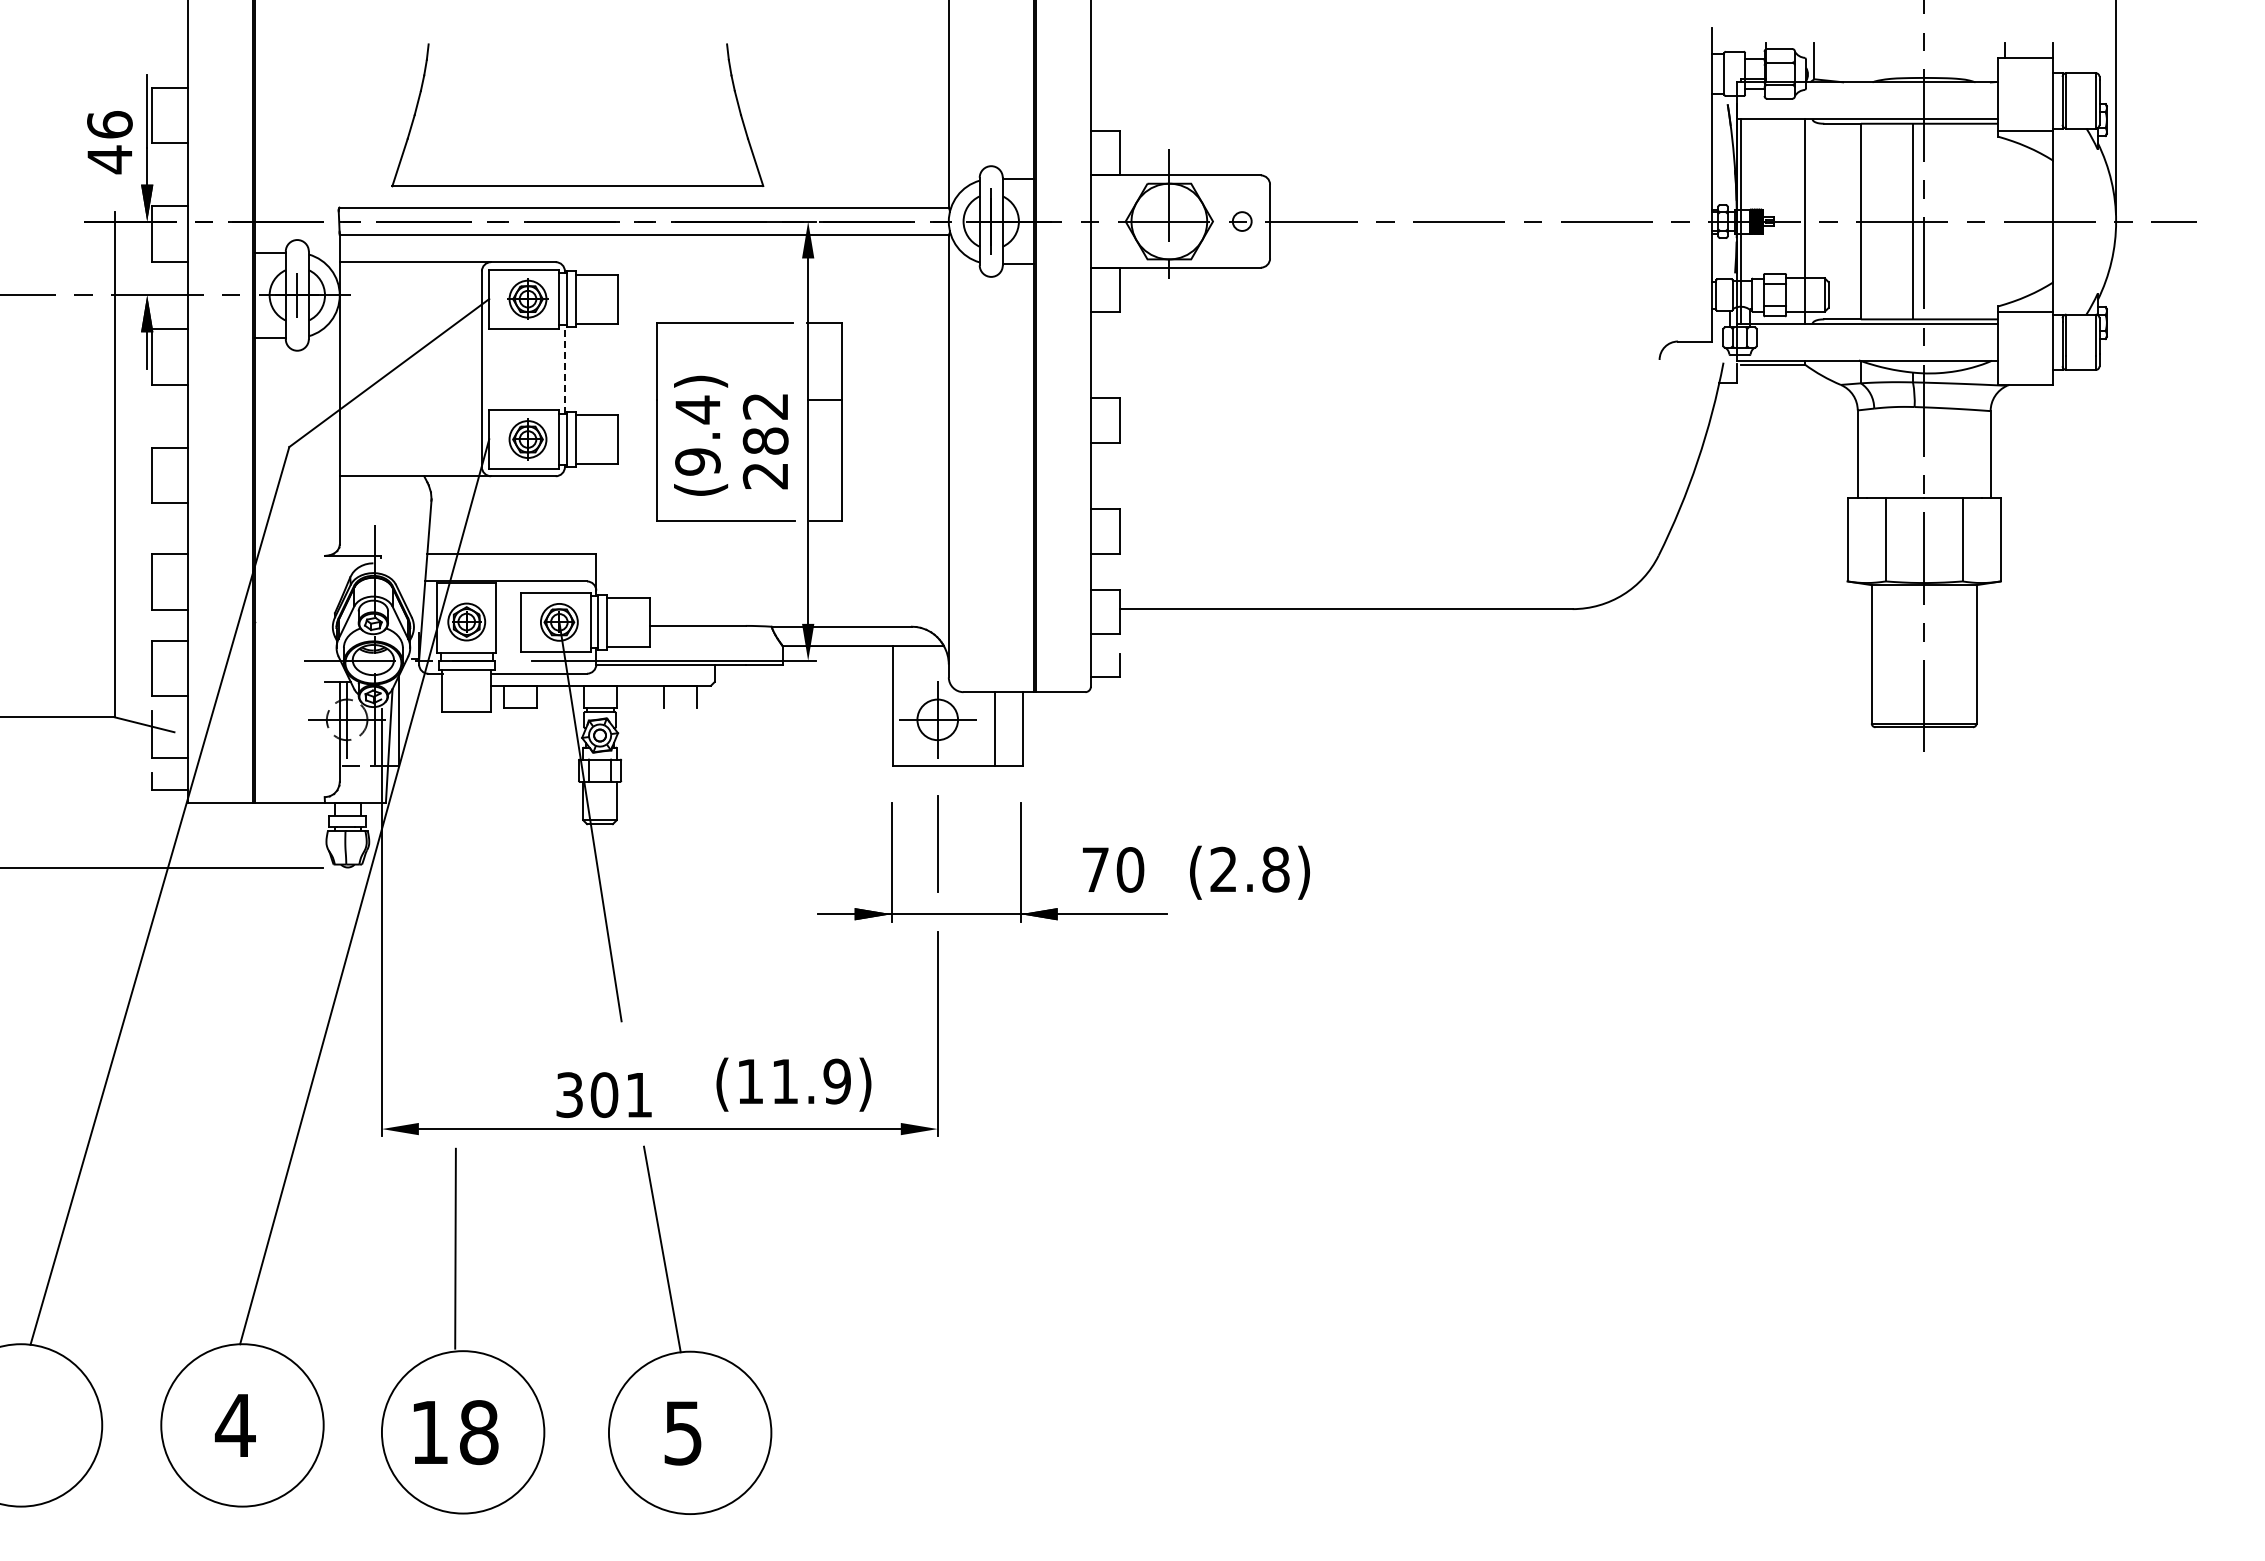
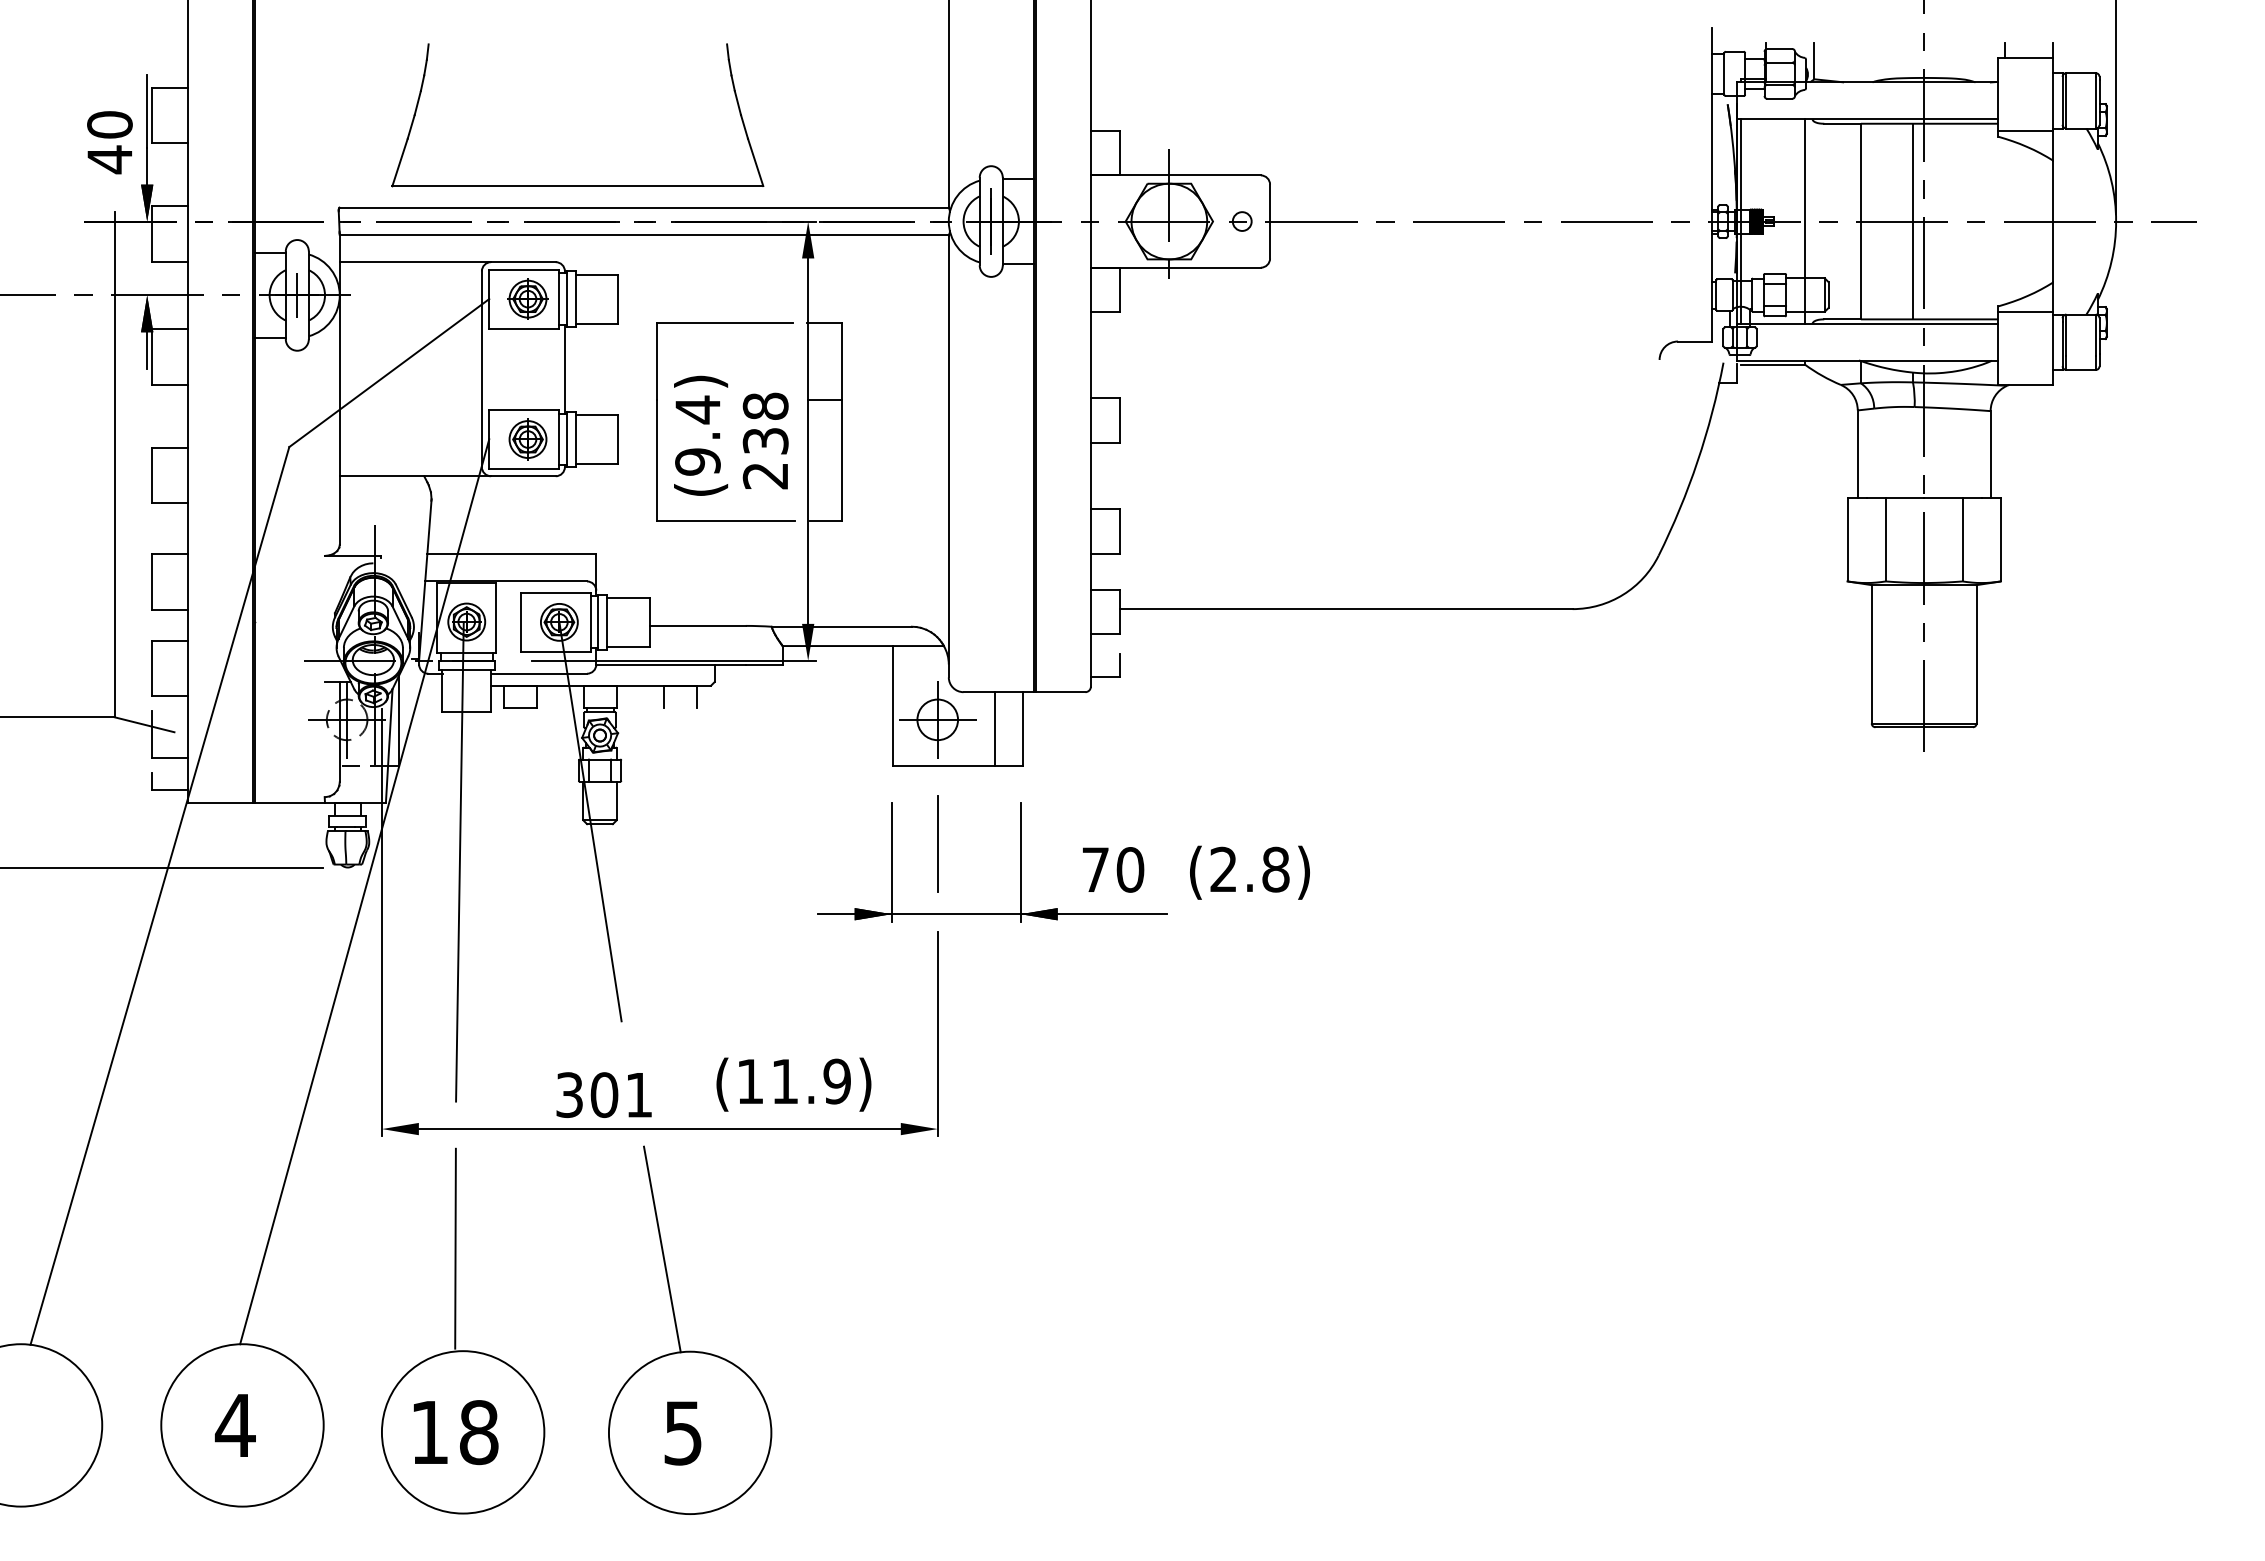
text at (109, 124): 46 -> 40
line at (564, 368): dashed -> solid
text at (765, 423): 282 -> 238
line at (459, 861): none -> present
